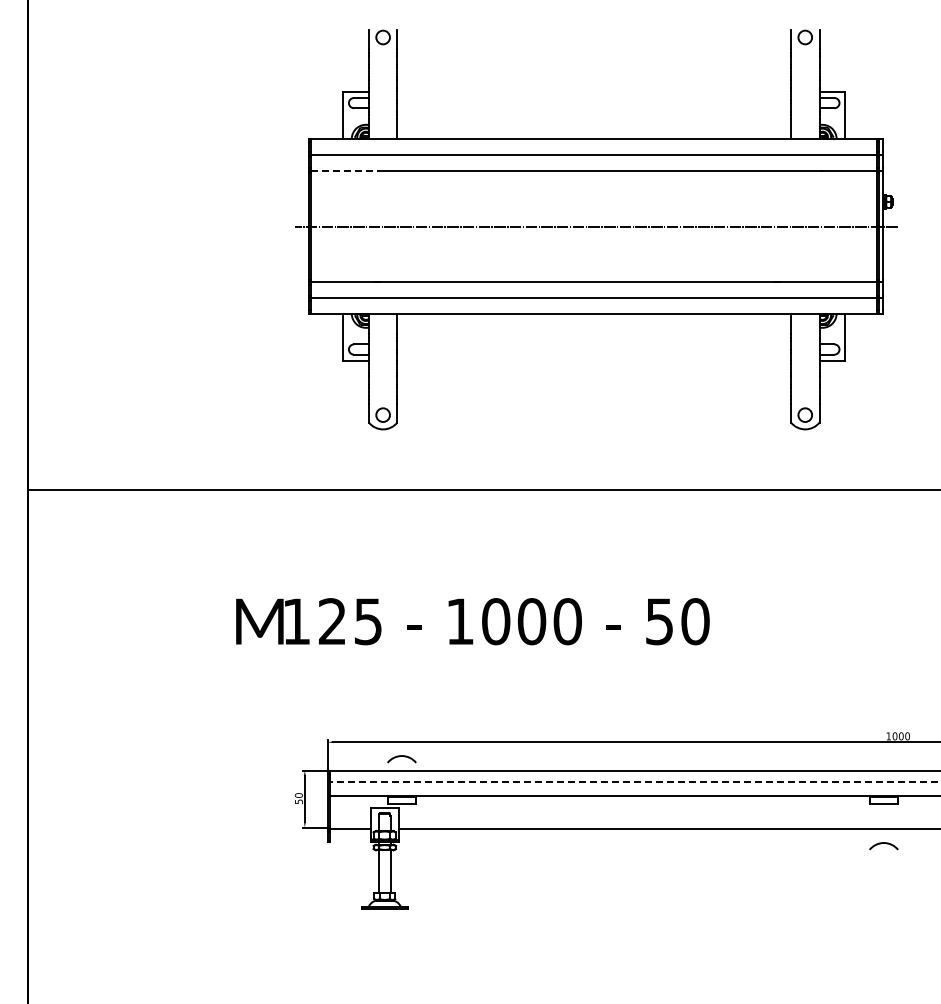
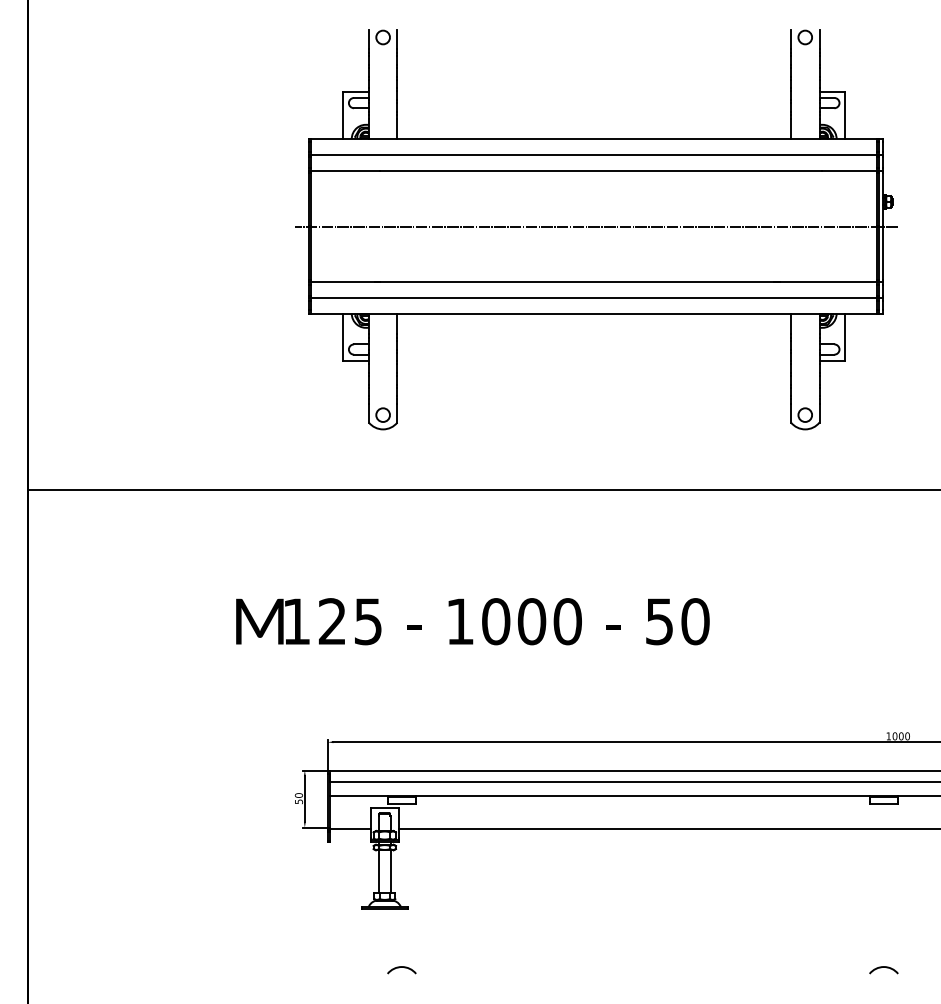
line at (345, 171): dashed -> solid
arc at (399, 757) position: (399, 757) -> (399, 968)
line at (634, 781): dashed -> solid
arc at (881, 844) position: (881, 844) -> (881, 968)
